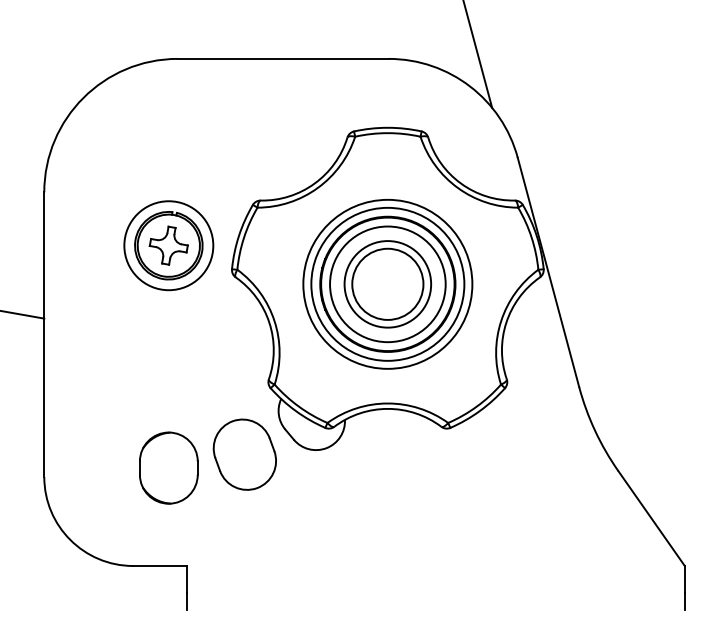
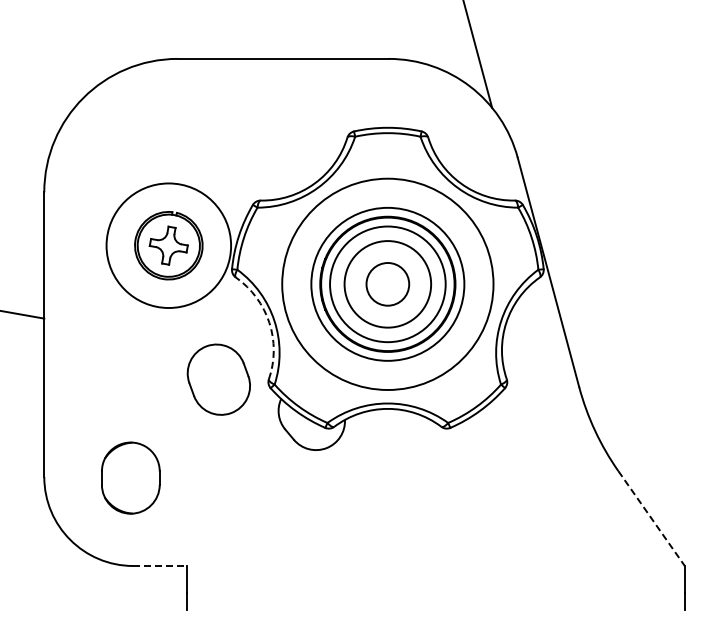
circle at (168, 245) diameter: 89 px -> 125 px
circle at (387, 283) diameter: 169 px -> 211 px
circle at (387, 283) diameter: 71 px -> 43 px
arc at (269, 322): solid -> dashed
part at (244, 454) position: (244, 454) -> (218, 379)
part at (168, 467) position: (168, 467) -> (130, 477)
line at (651, 518): solid -> dashed
line at (159, 565): solid -> dashed
